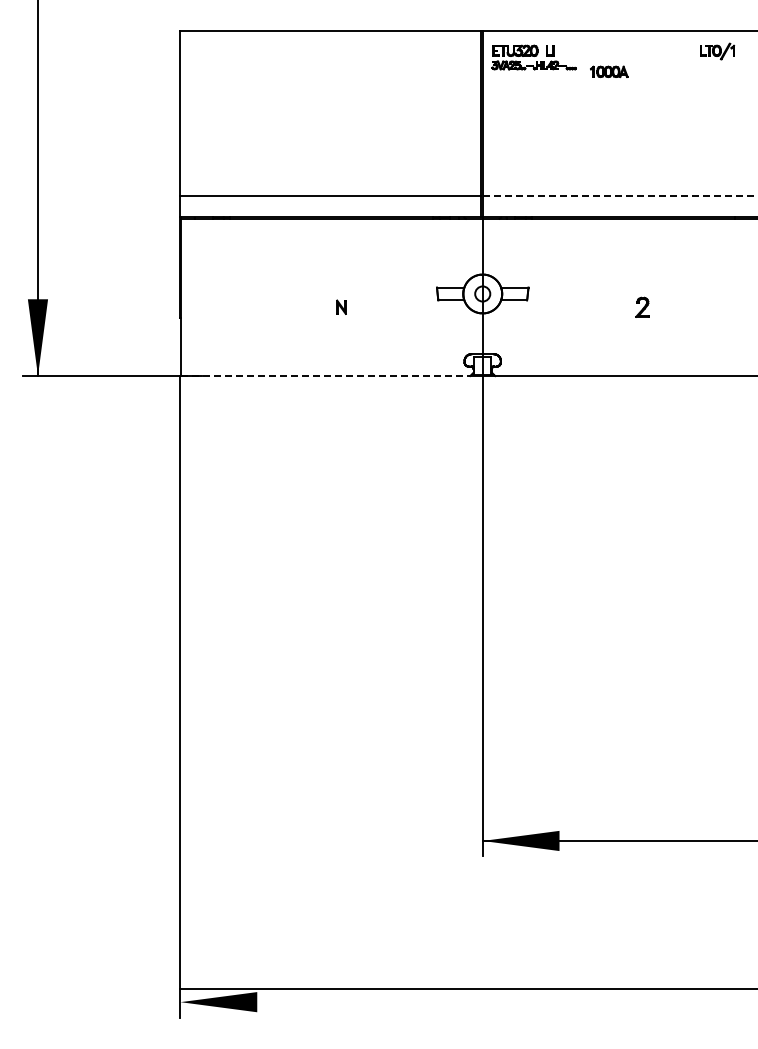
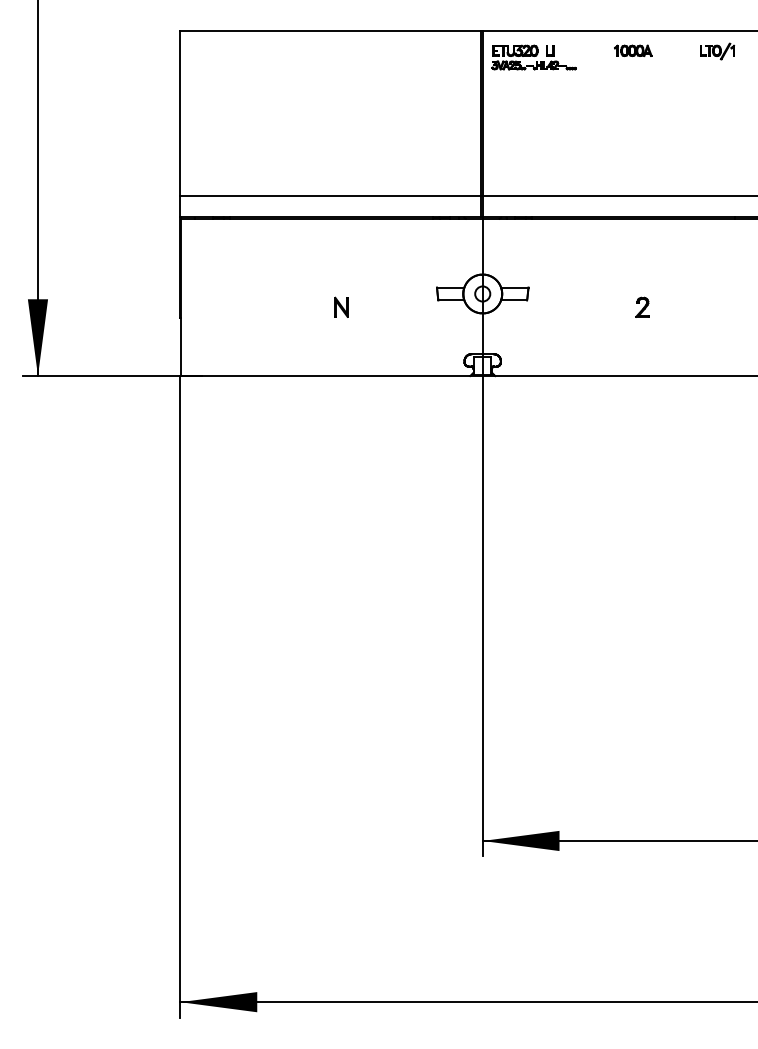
part at (609, 71) position: (609, 71) -> (633, 50)
line at (620, 195): dashed -> solid
part at (341, 306) size: 11x16 px -> 15x22 px
line at (325, 376): dashed -> solid
line at (467, 989) position: (467, 989) -> (467, 1002)
